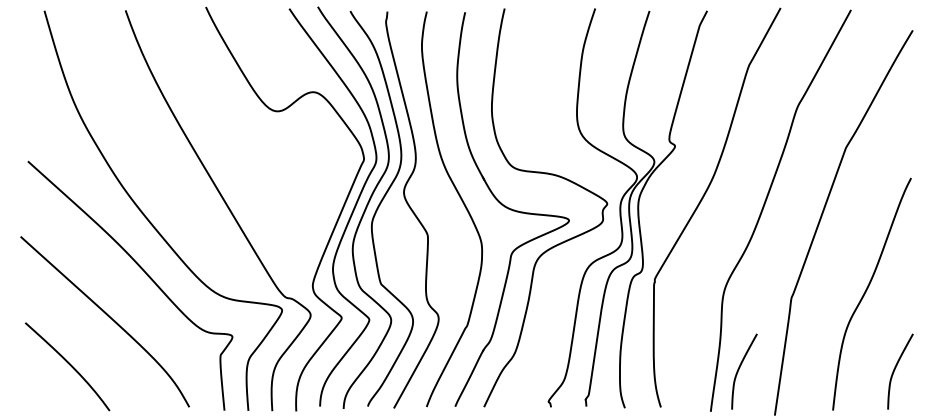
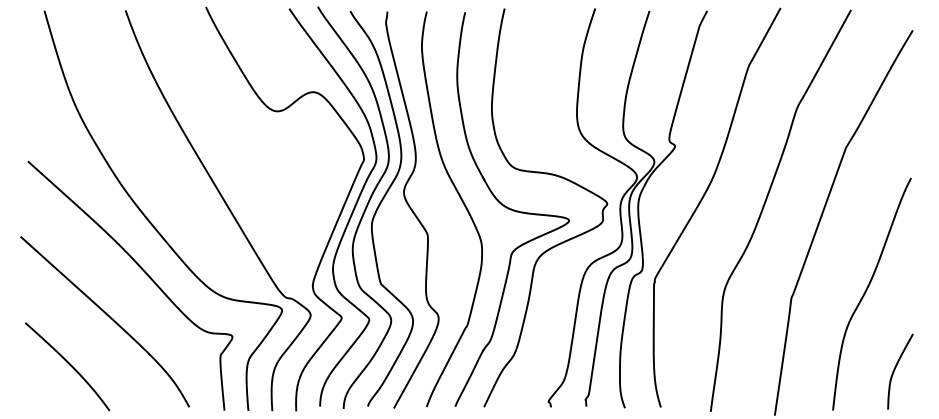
curve at (739, 370): present -> none
